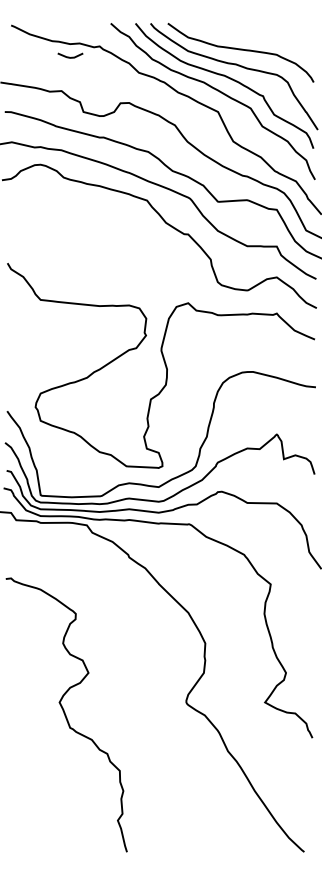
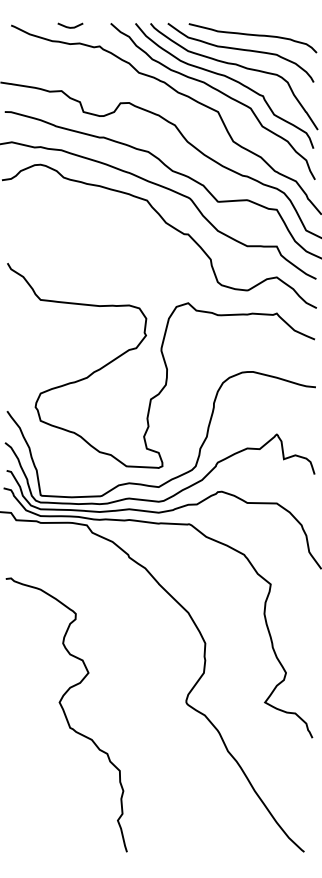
curve at (252, 35): none -> present
line at (69, 56) position: (69, 56) -> (69, 26)
